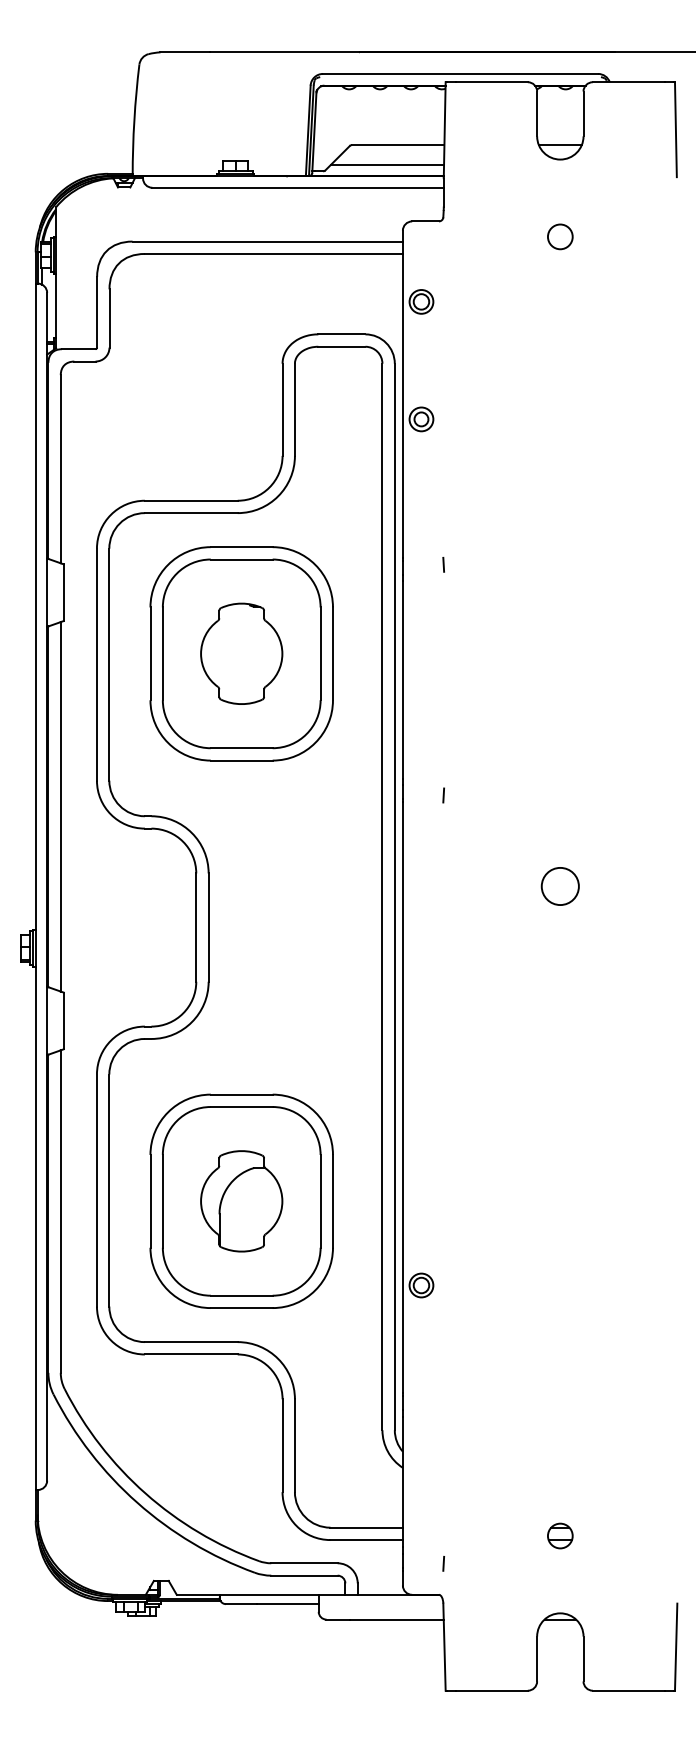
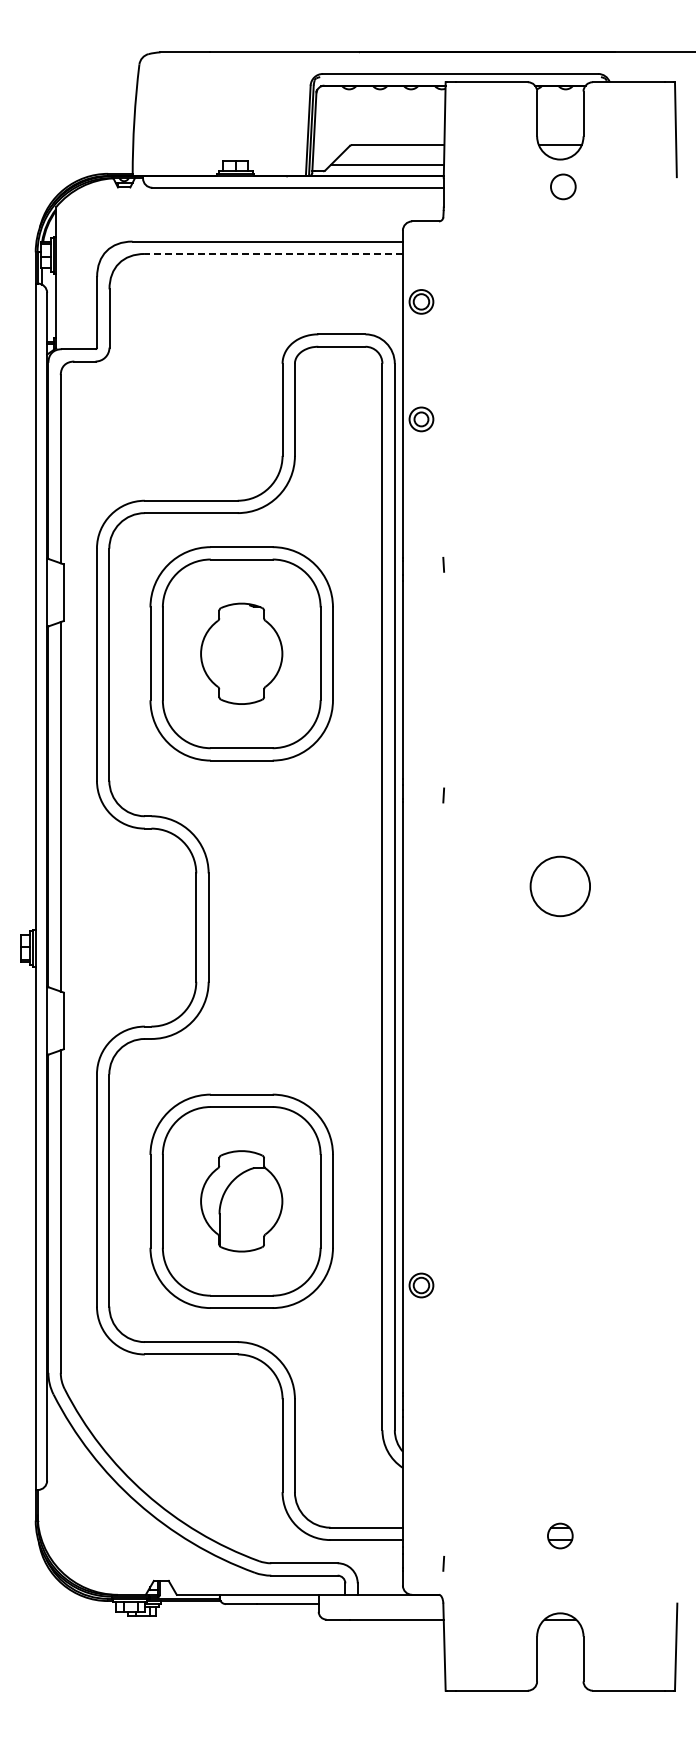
circle at (560, 236) position: (560, 236) -> (563, 186)
line at (273, 253): solid -> dashed
circle at (559, 886) diameter: 37 px -> 59 px
